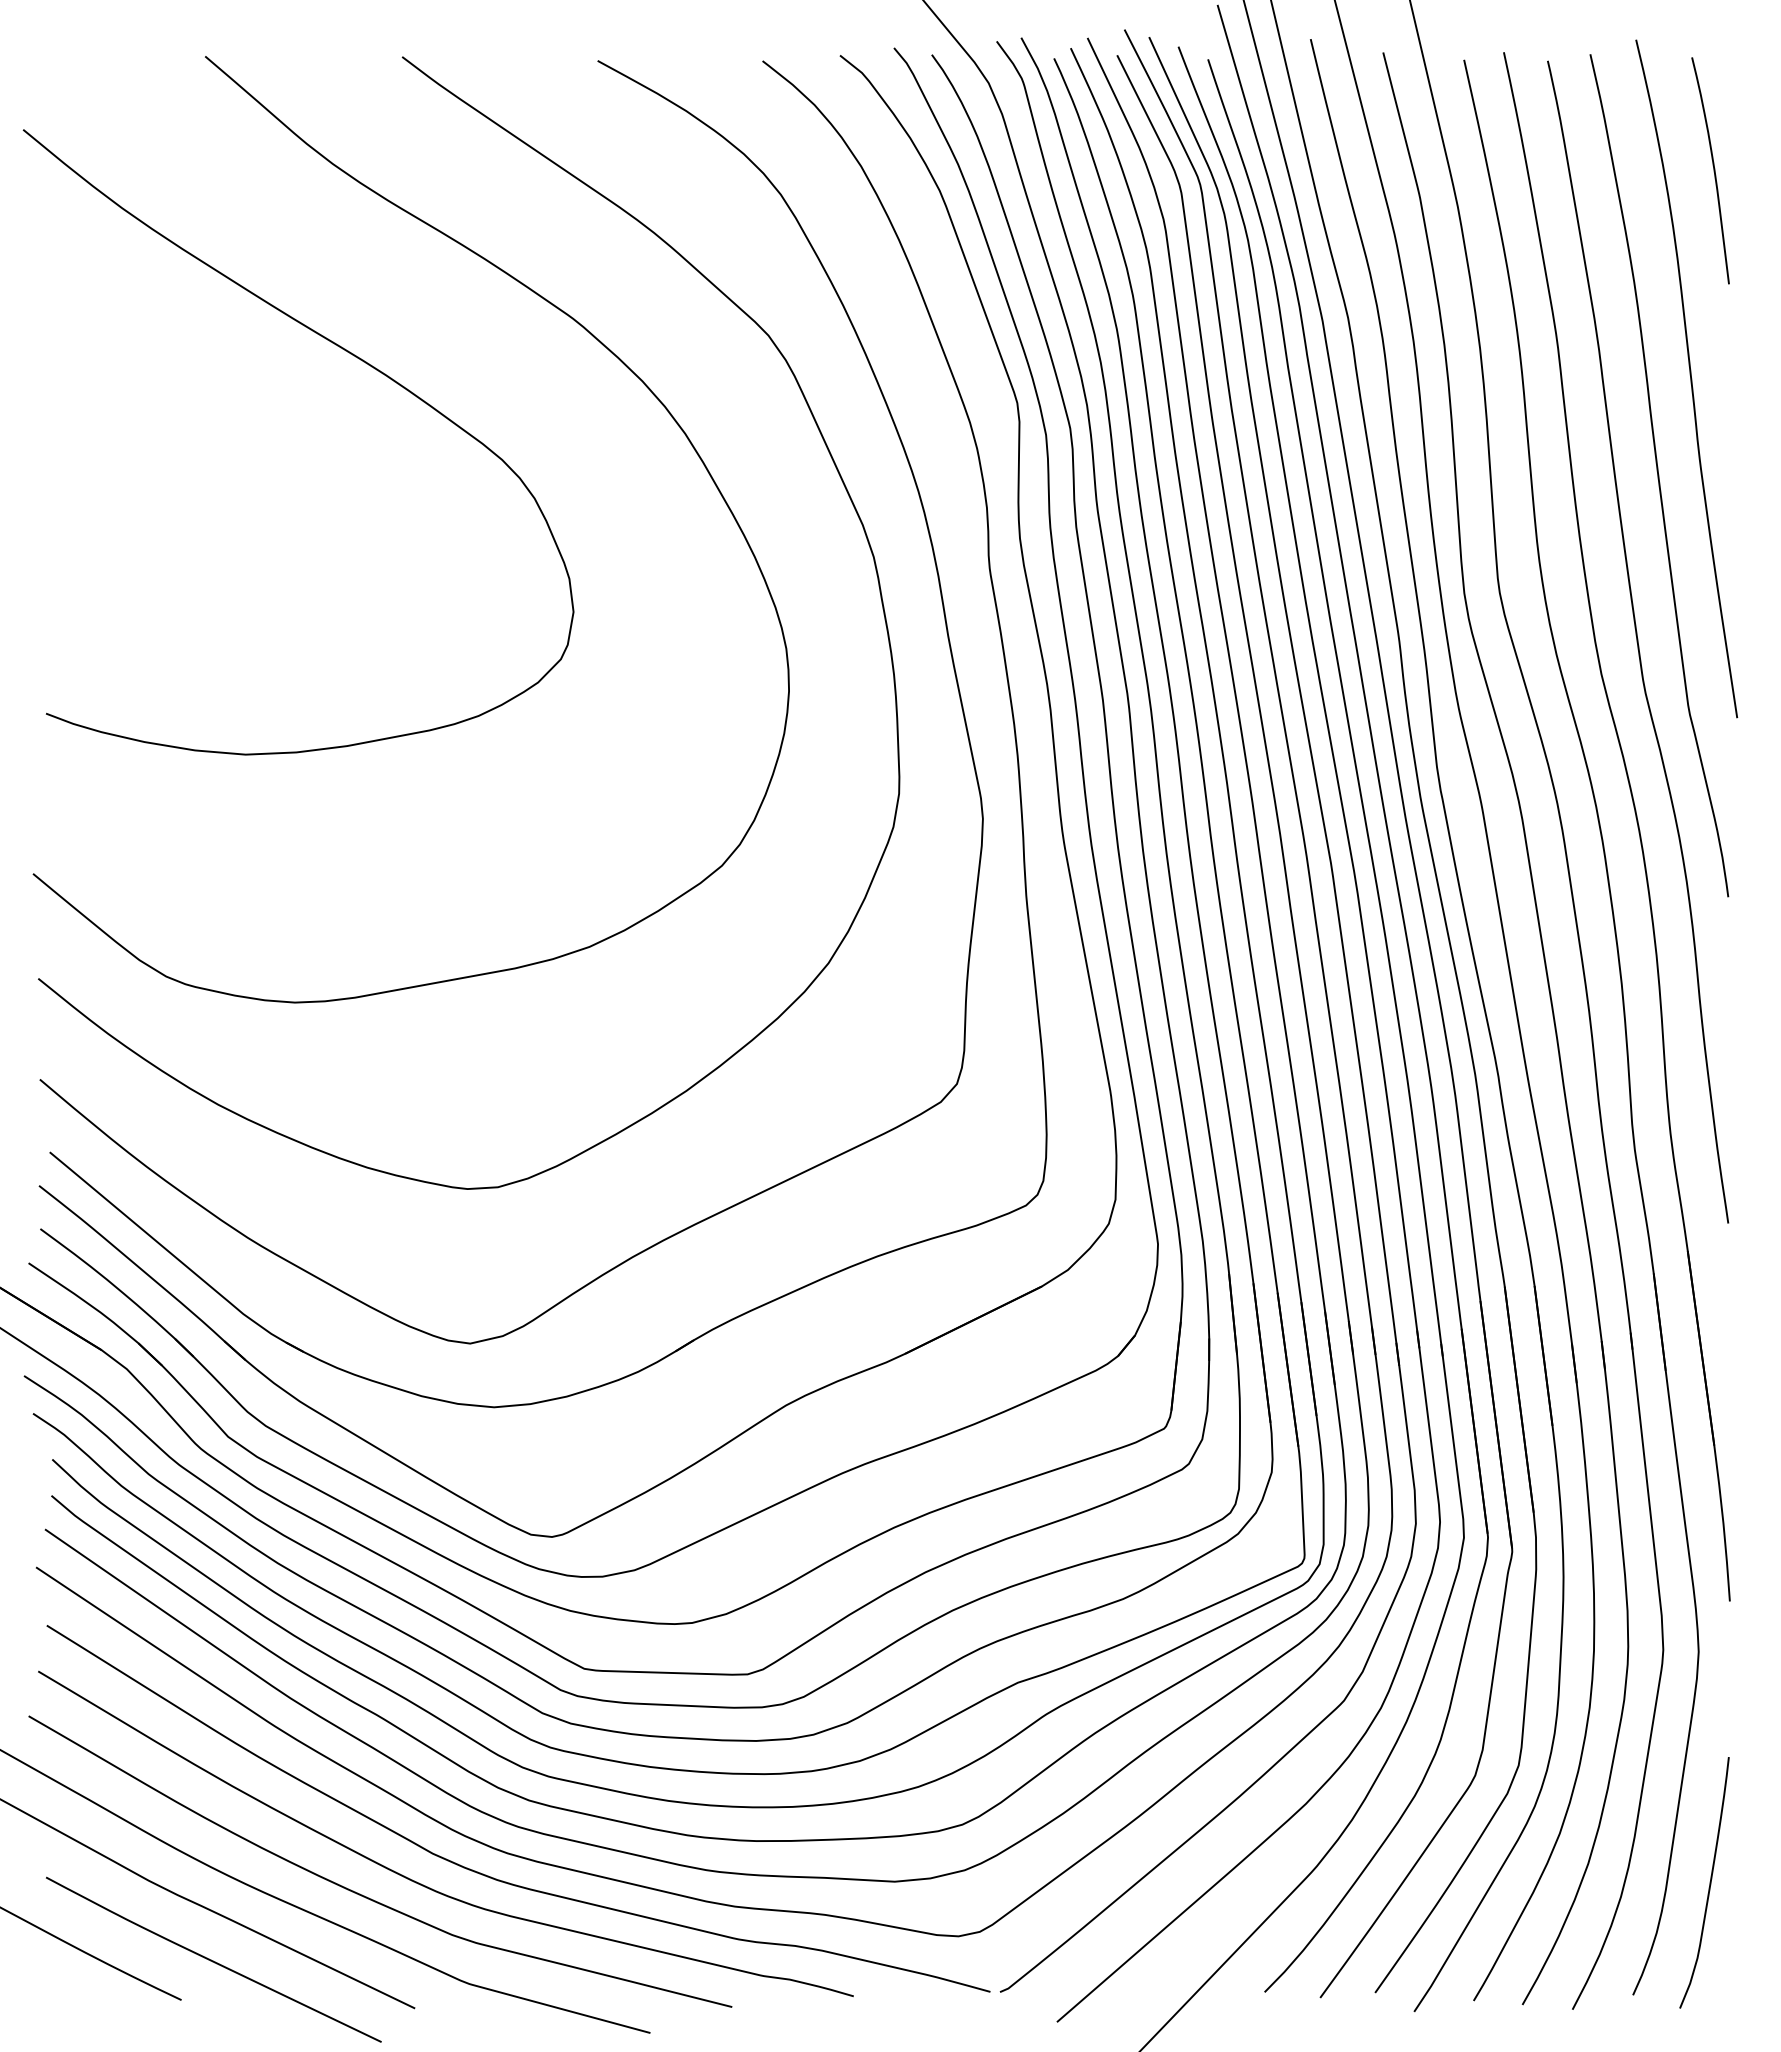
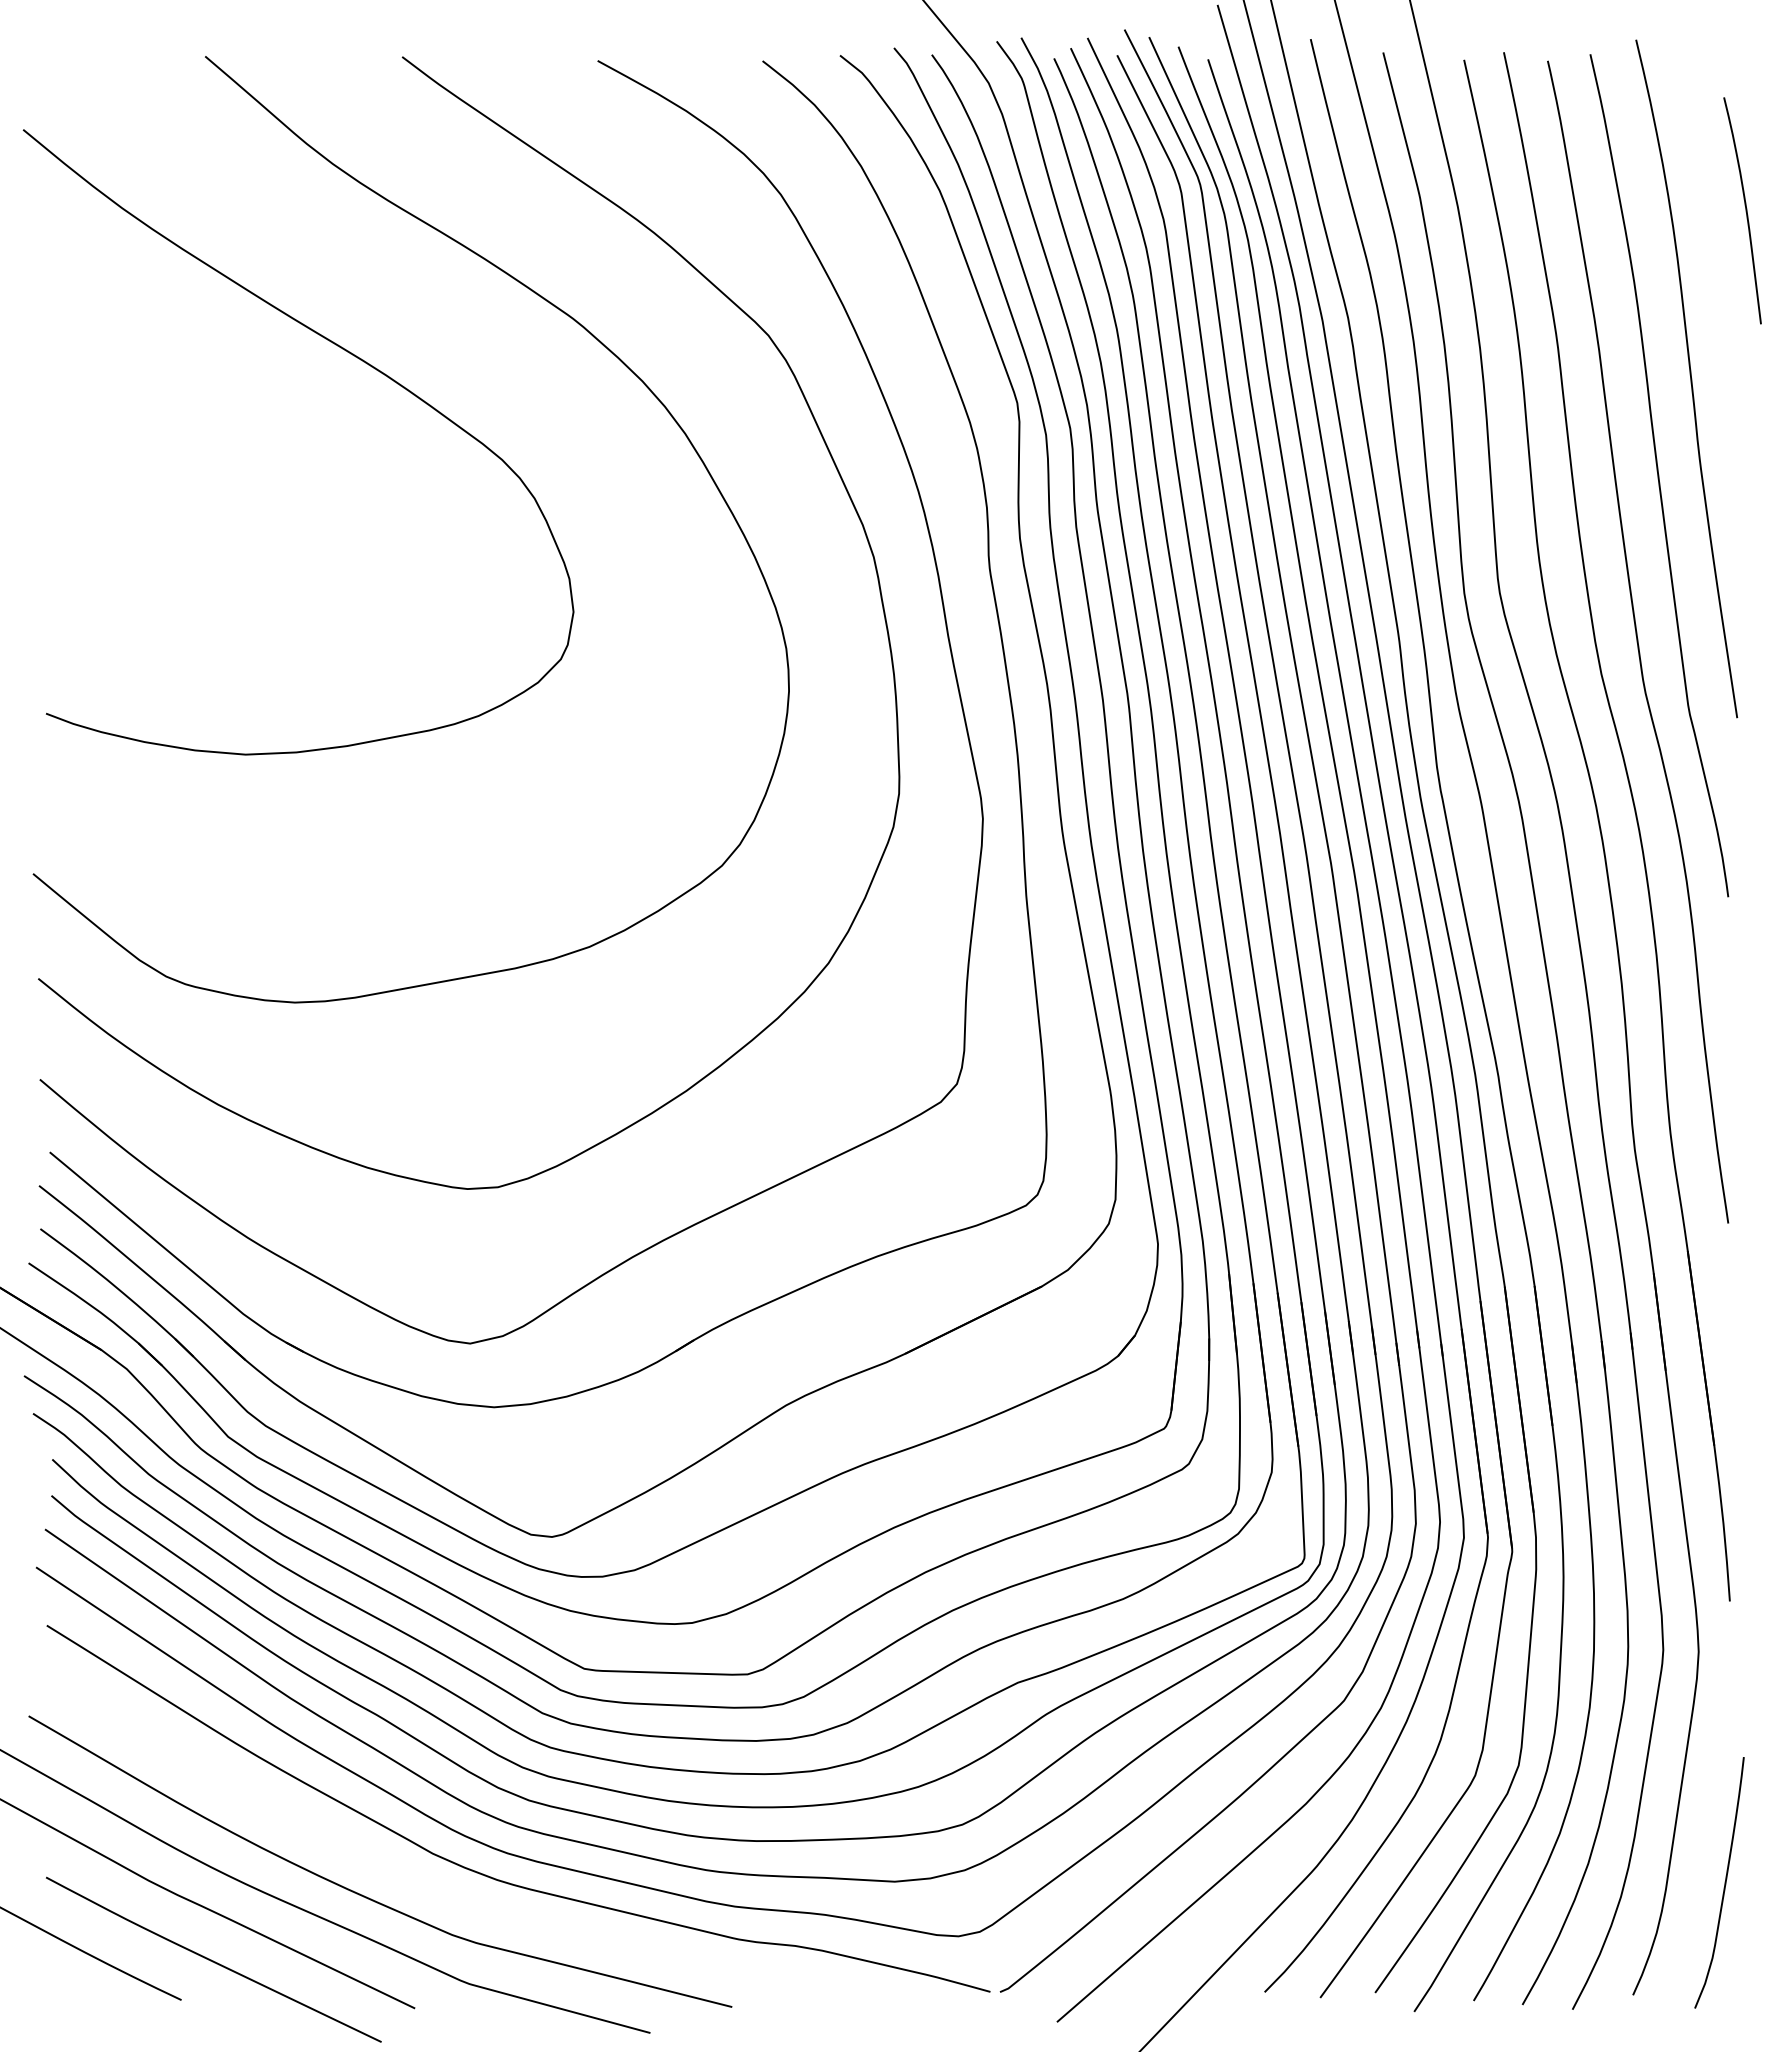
curve at (1713, 170) position: (1713, 170) -> (1745, 210)
curve at (1709, 1882) position: (1709, 1882) -> (1724, 1882)
curve at (421, 1883): present -> none
